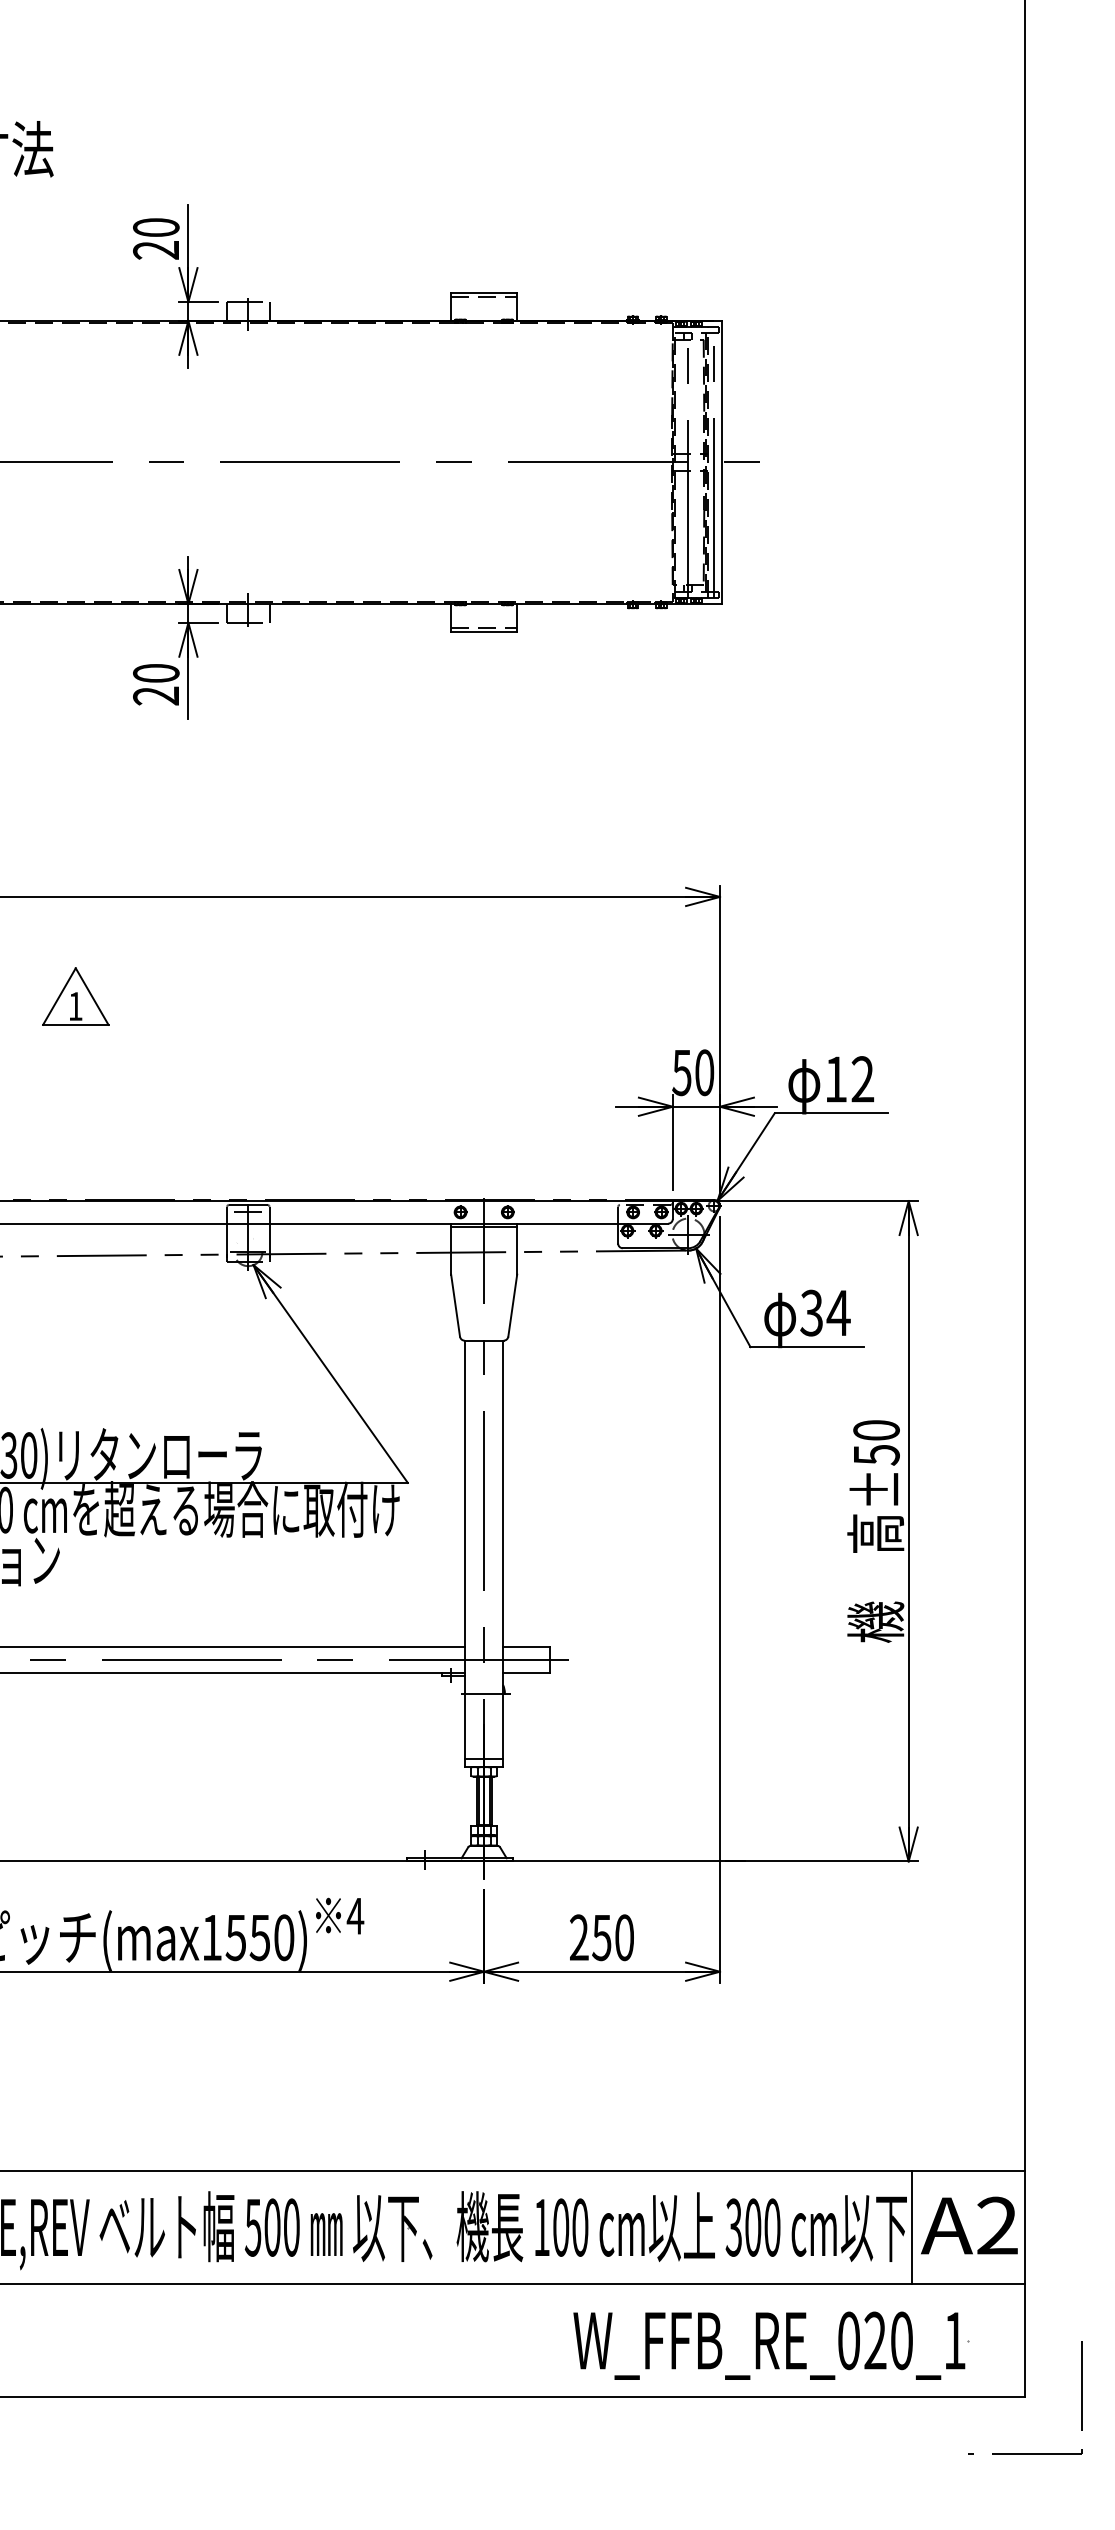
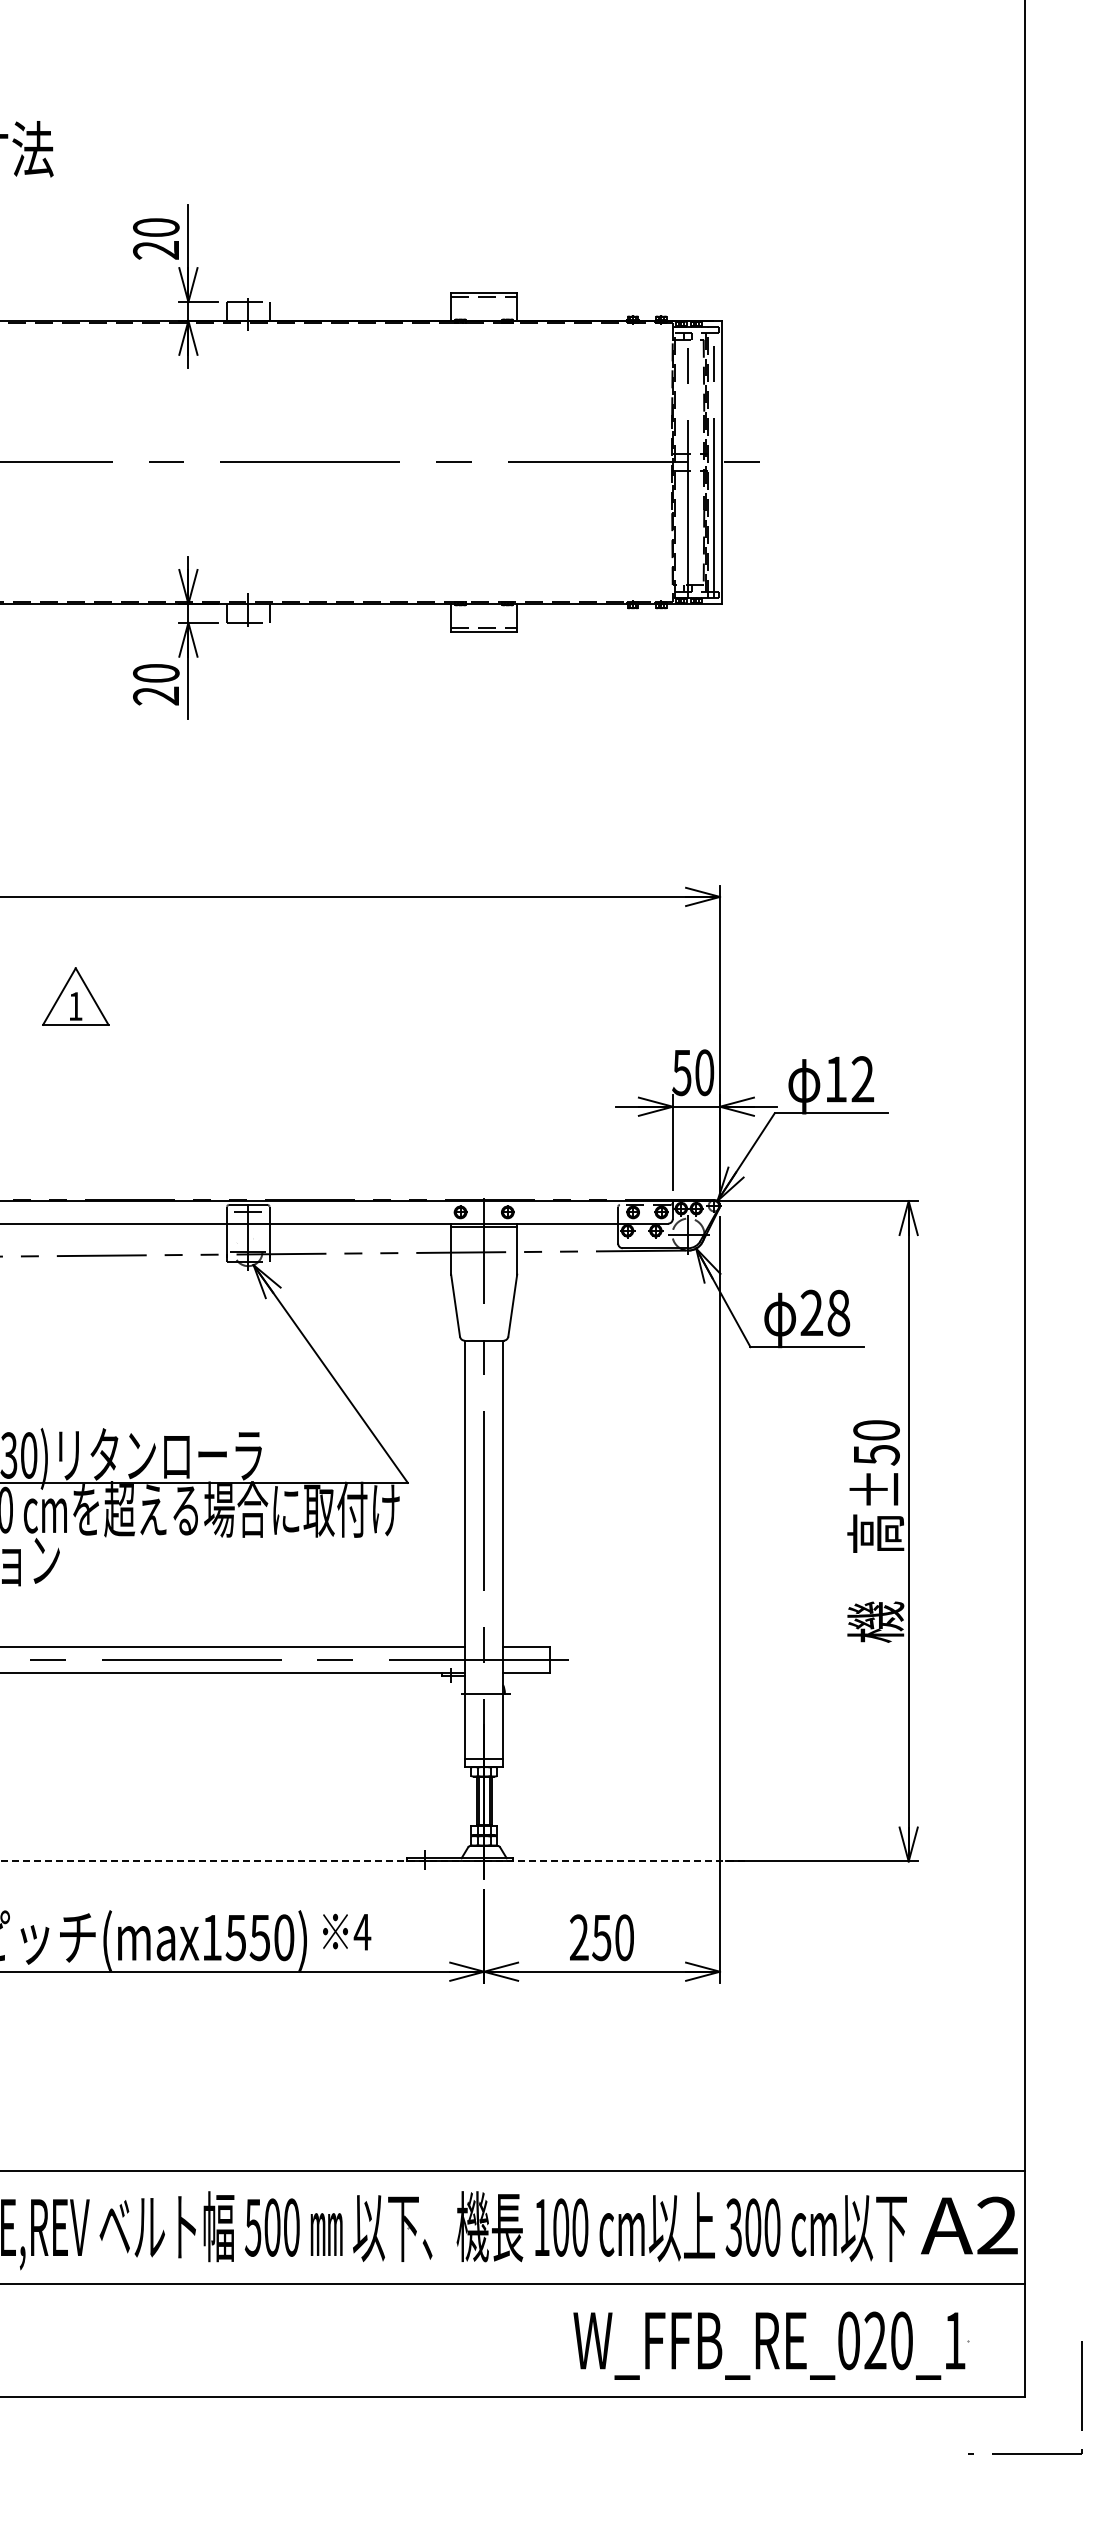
text at (825, 1312): 34 -> 28
line at (372, 1861): solid -> dashed
text at (340, 1915) position: (340, 1915) -> (347, 1931)
line at (911, 2227): present -> none
